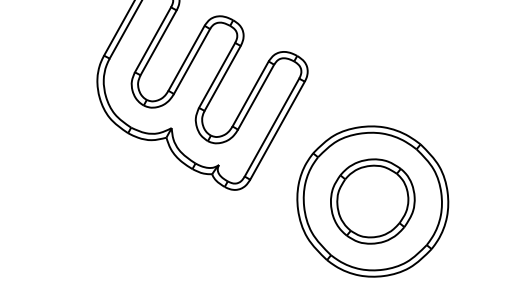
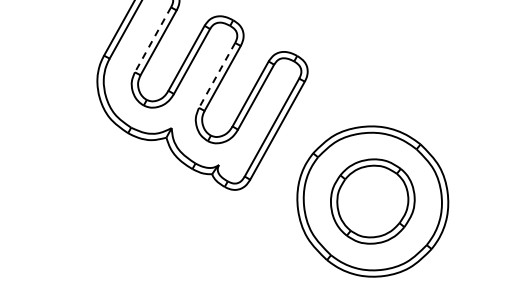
line at (152, 40): solid -> dashed
line at (216, 75): solid -> dashed
